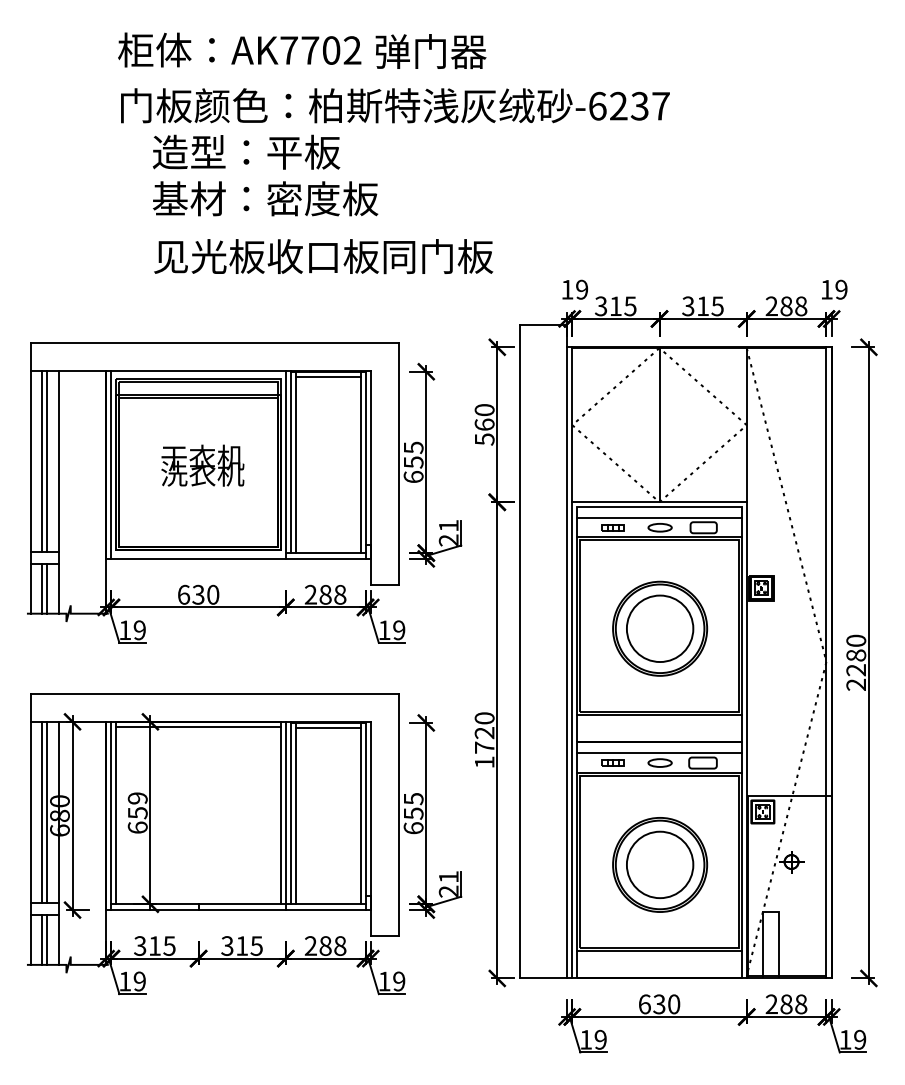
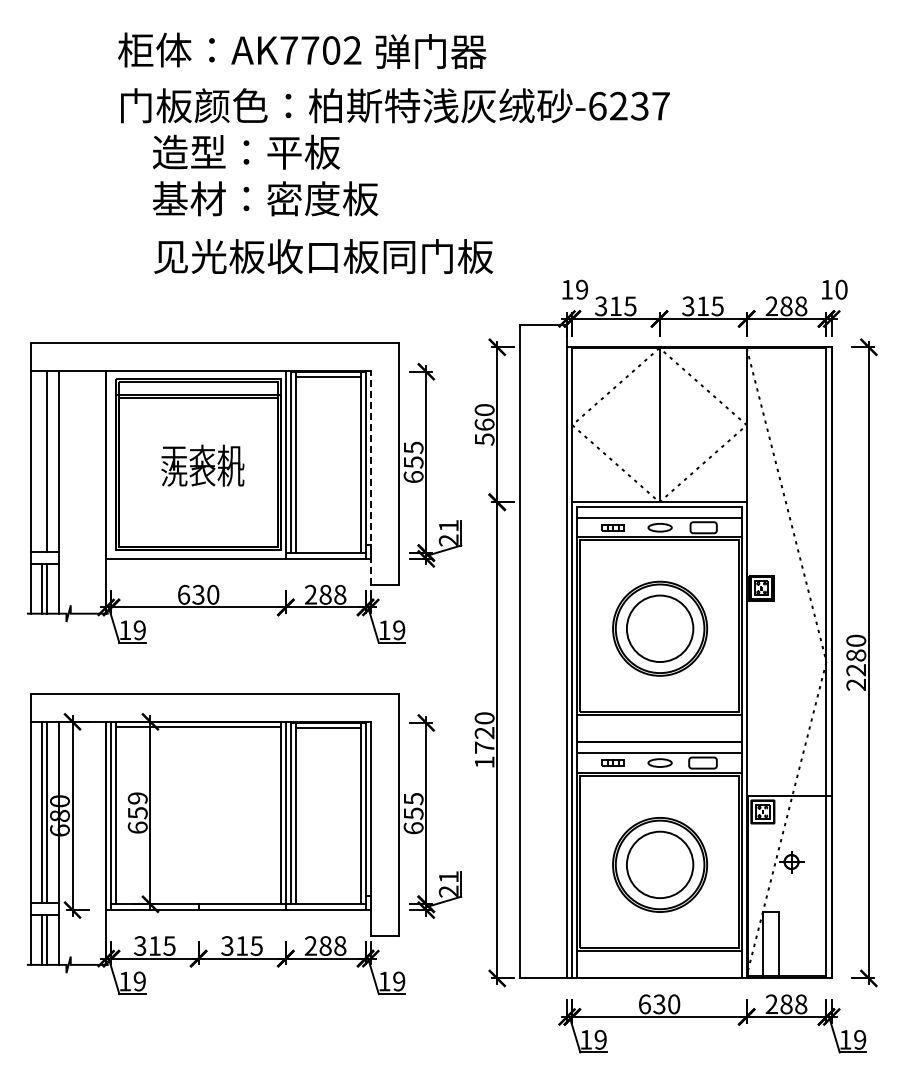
text at (841, 289): 19 -> 10
line at (41, 460): present -> none
line at (111, 464): present -> none
line at (371, 477): solid -> dashed
